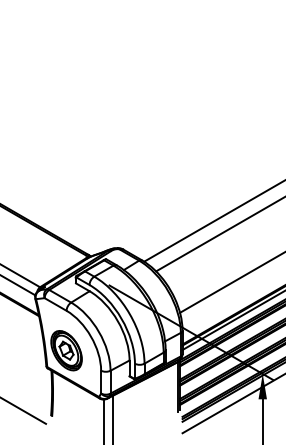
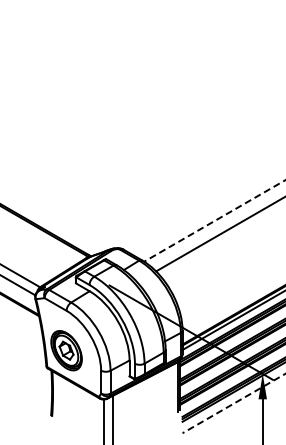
line at (214, 221): solid -> dashed
line at (231, 282): present -> none
line at (233, 403): solid -> dashed
line at (24, 410): present -> none
